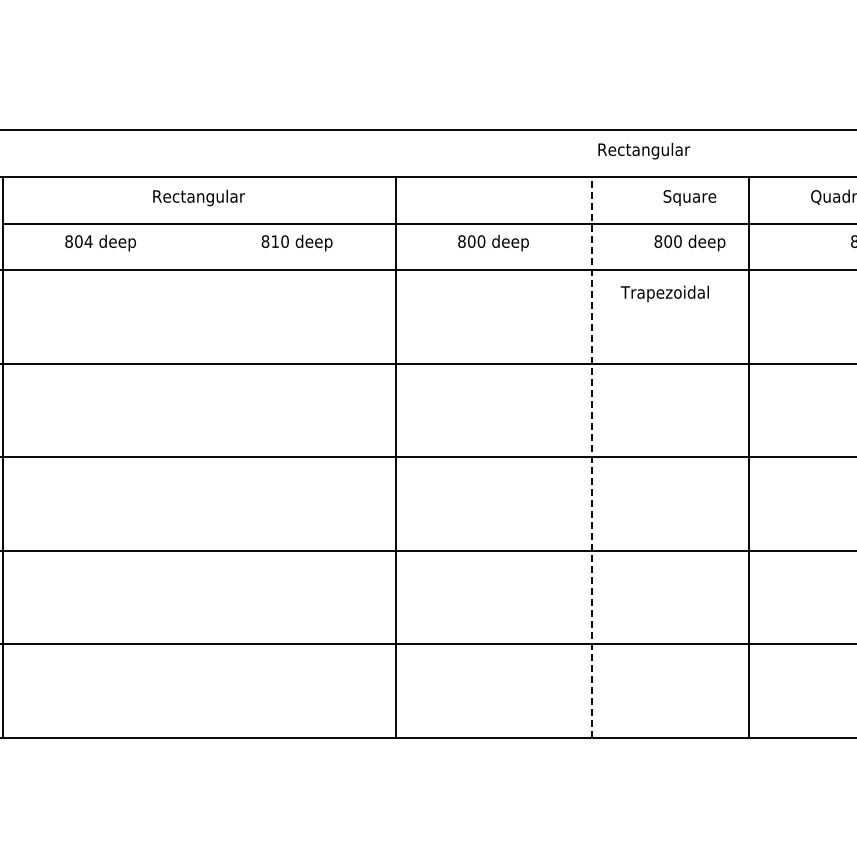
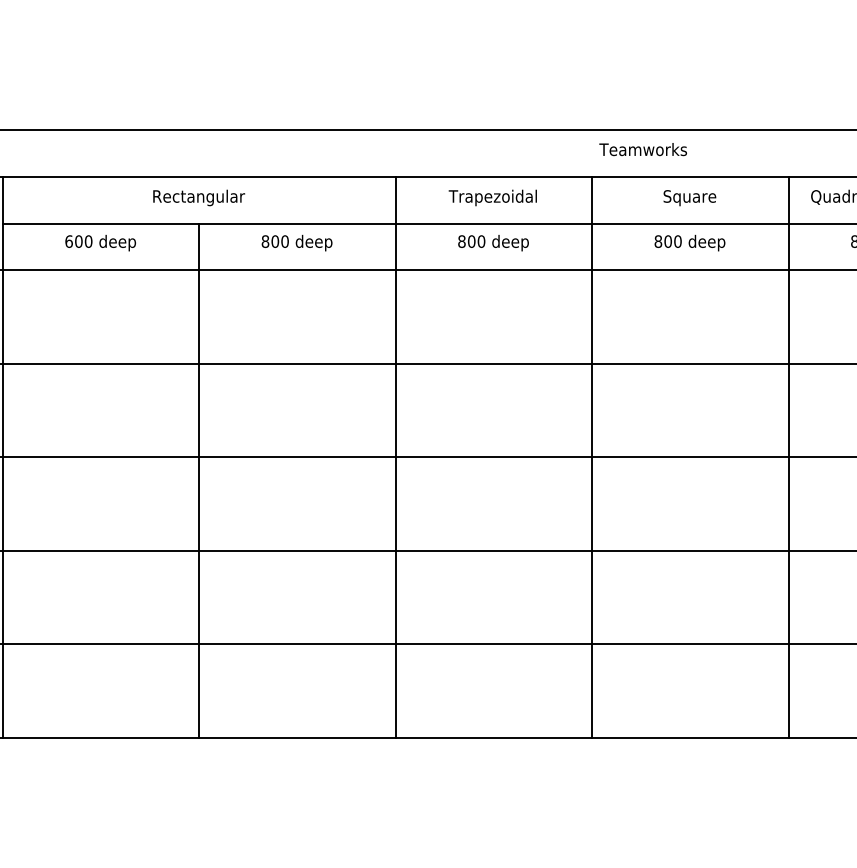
text at (644, 151): Rectangular -> Teamworks
text at (78, 241): 804 -> 600
text at (275, 241): 810 -> 800
text at (664, 293) position: (664, 293) -> (492, 197)
line at (592, 457): dashed -> solid
line at (748, 457) position: (748, 457) -> (788, 457)
line at (199, 480): none -> present
